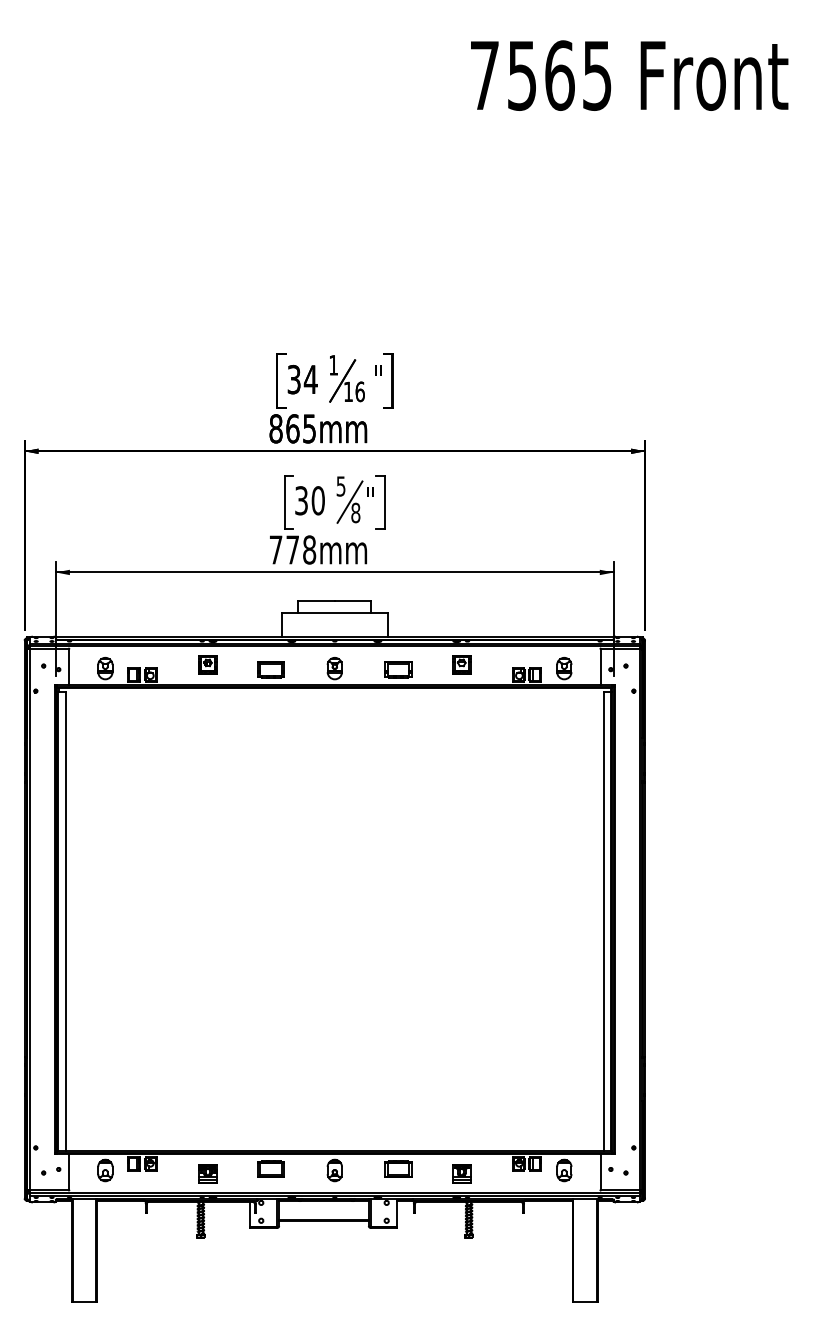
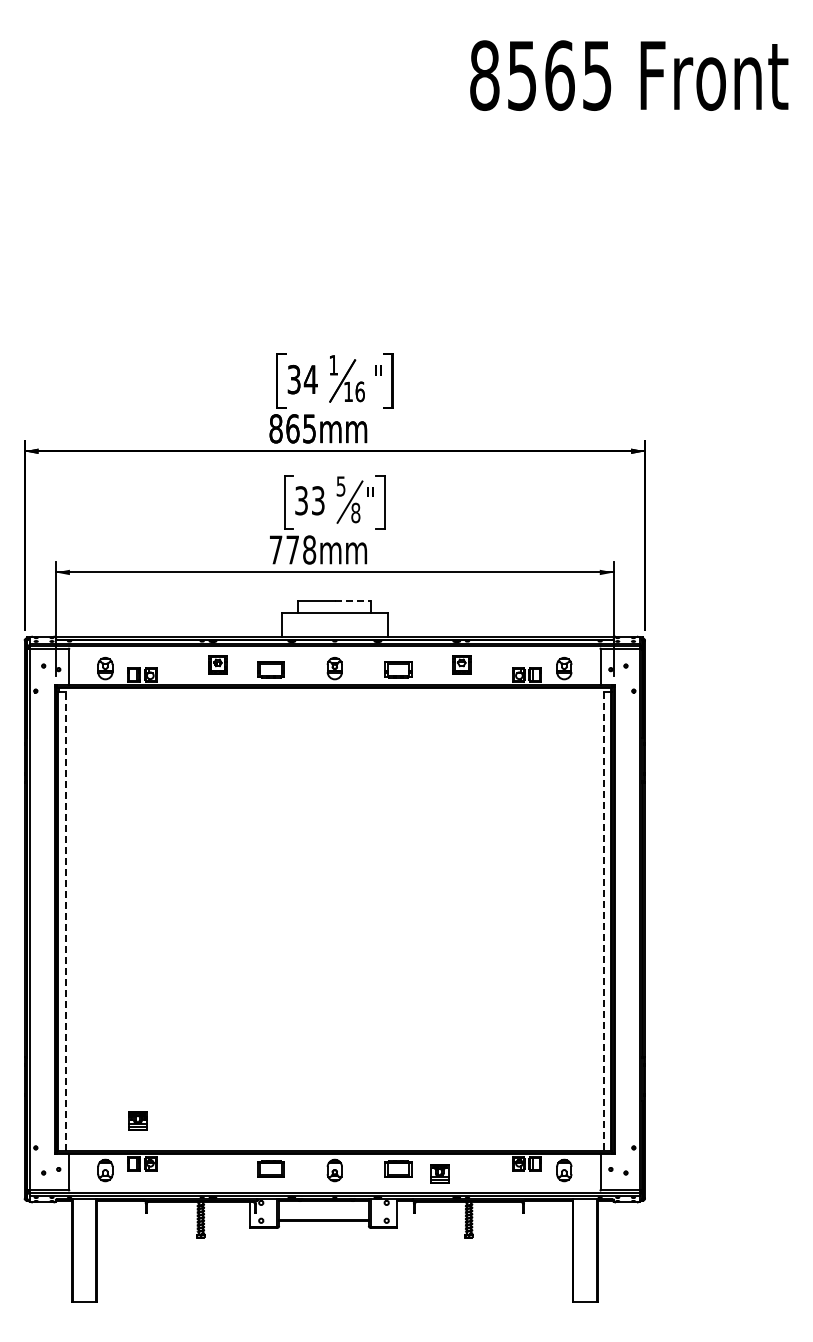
text at (484, 75): 7565 -> 8565
text at (317, 500): 30 -> 33
line at (353, 601): solid -> dashed
part at (207, 664) position: (207, 664) -> (217, 664)
line at (65, 921): solid -> dashed
line at (603, 922): solid -> dashed
part at (207, 1173) position: (207, 1173) -> (137, 1120)
part at (461, 1173) position: (461, 1173) -> (439, 1173)
